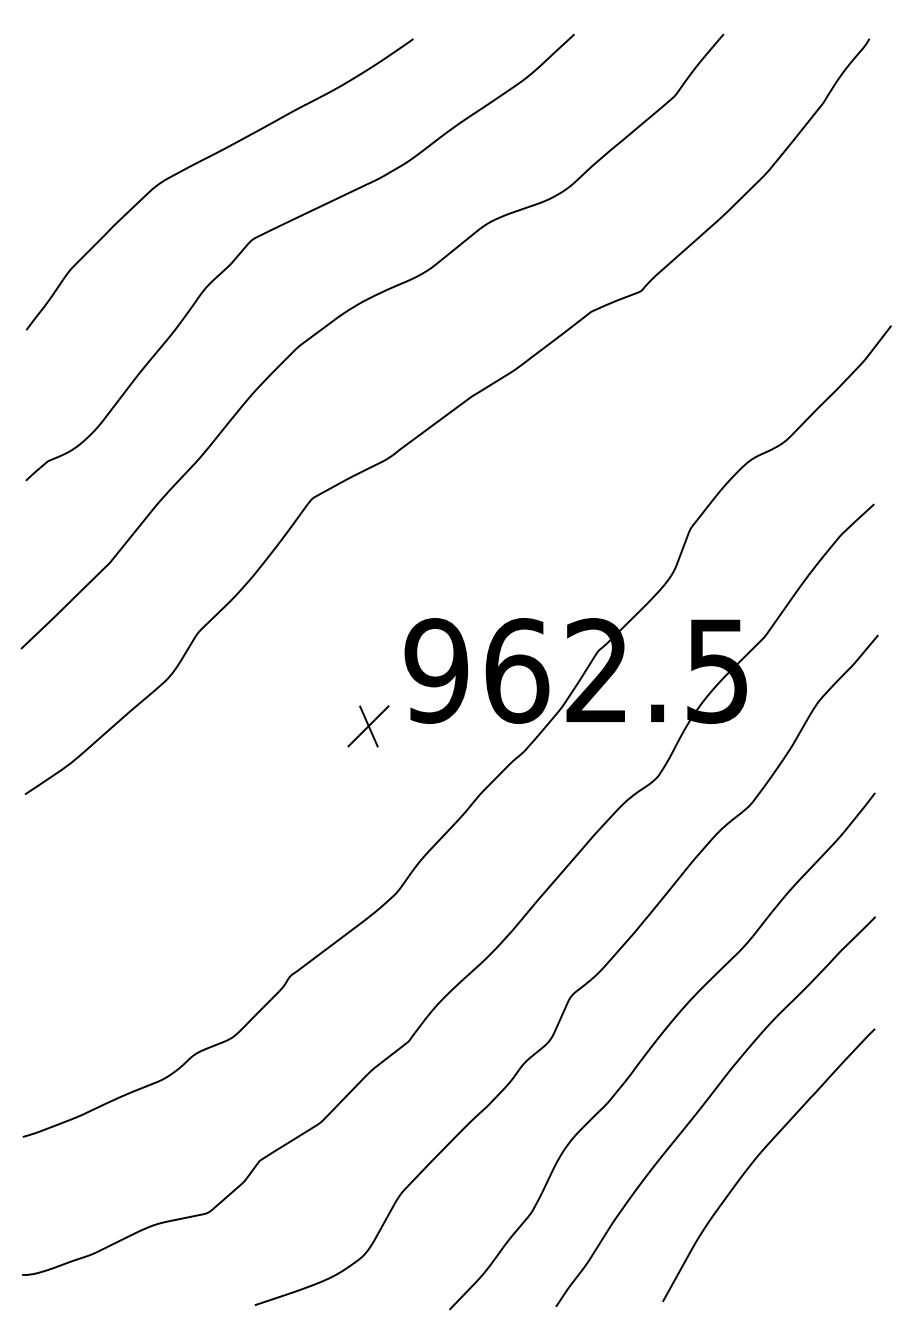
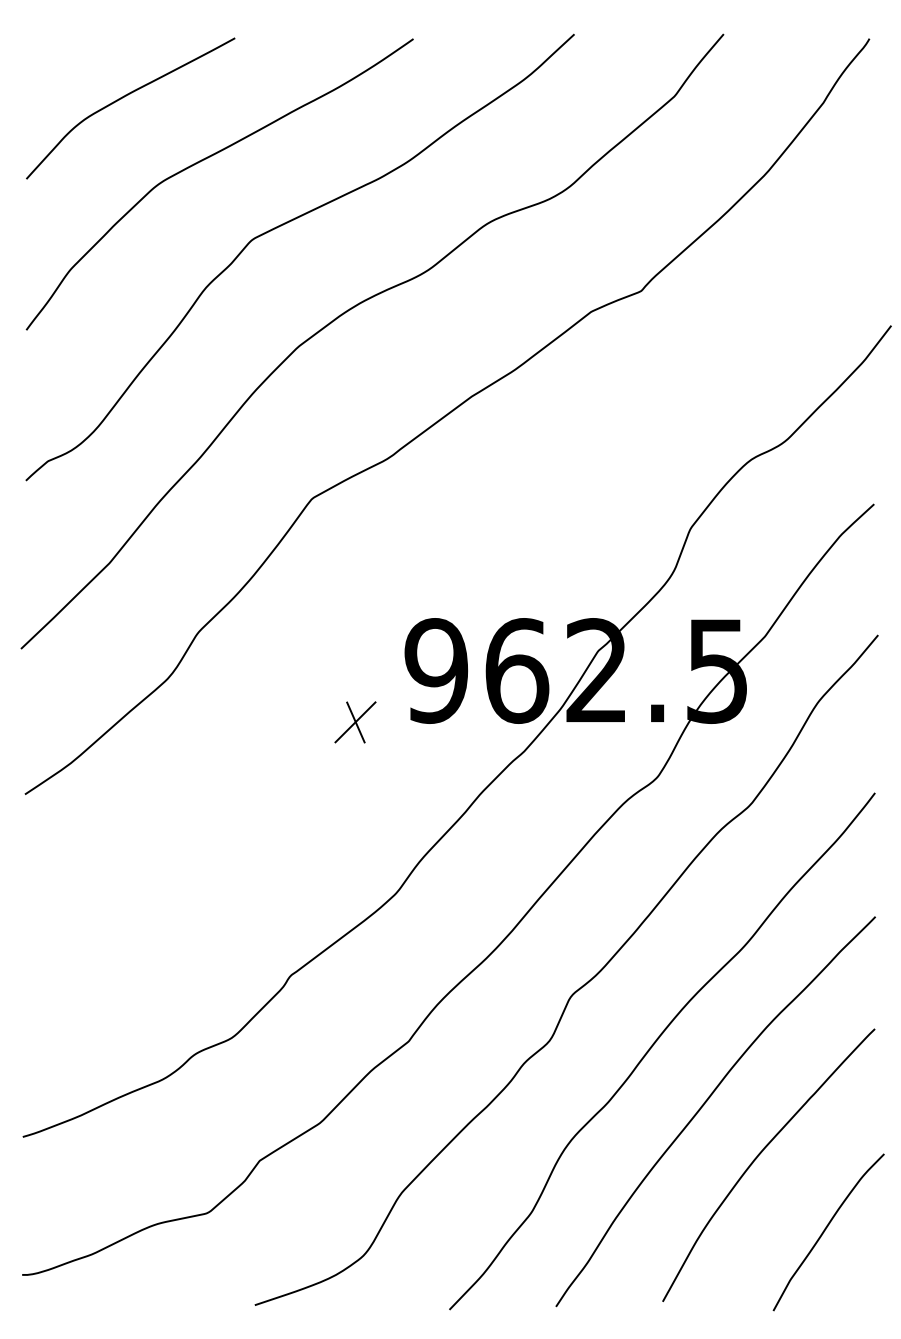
curve at (124, 97): none -> present
part at (368, 726) position: (368, 726) -> (355, 722)
curve at (826, 1229): none -> present
